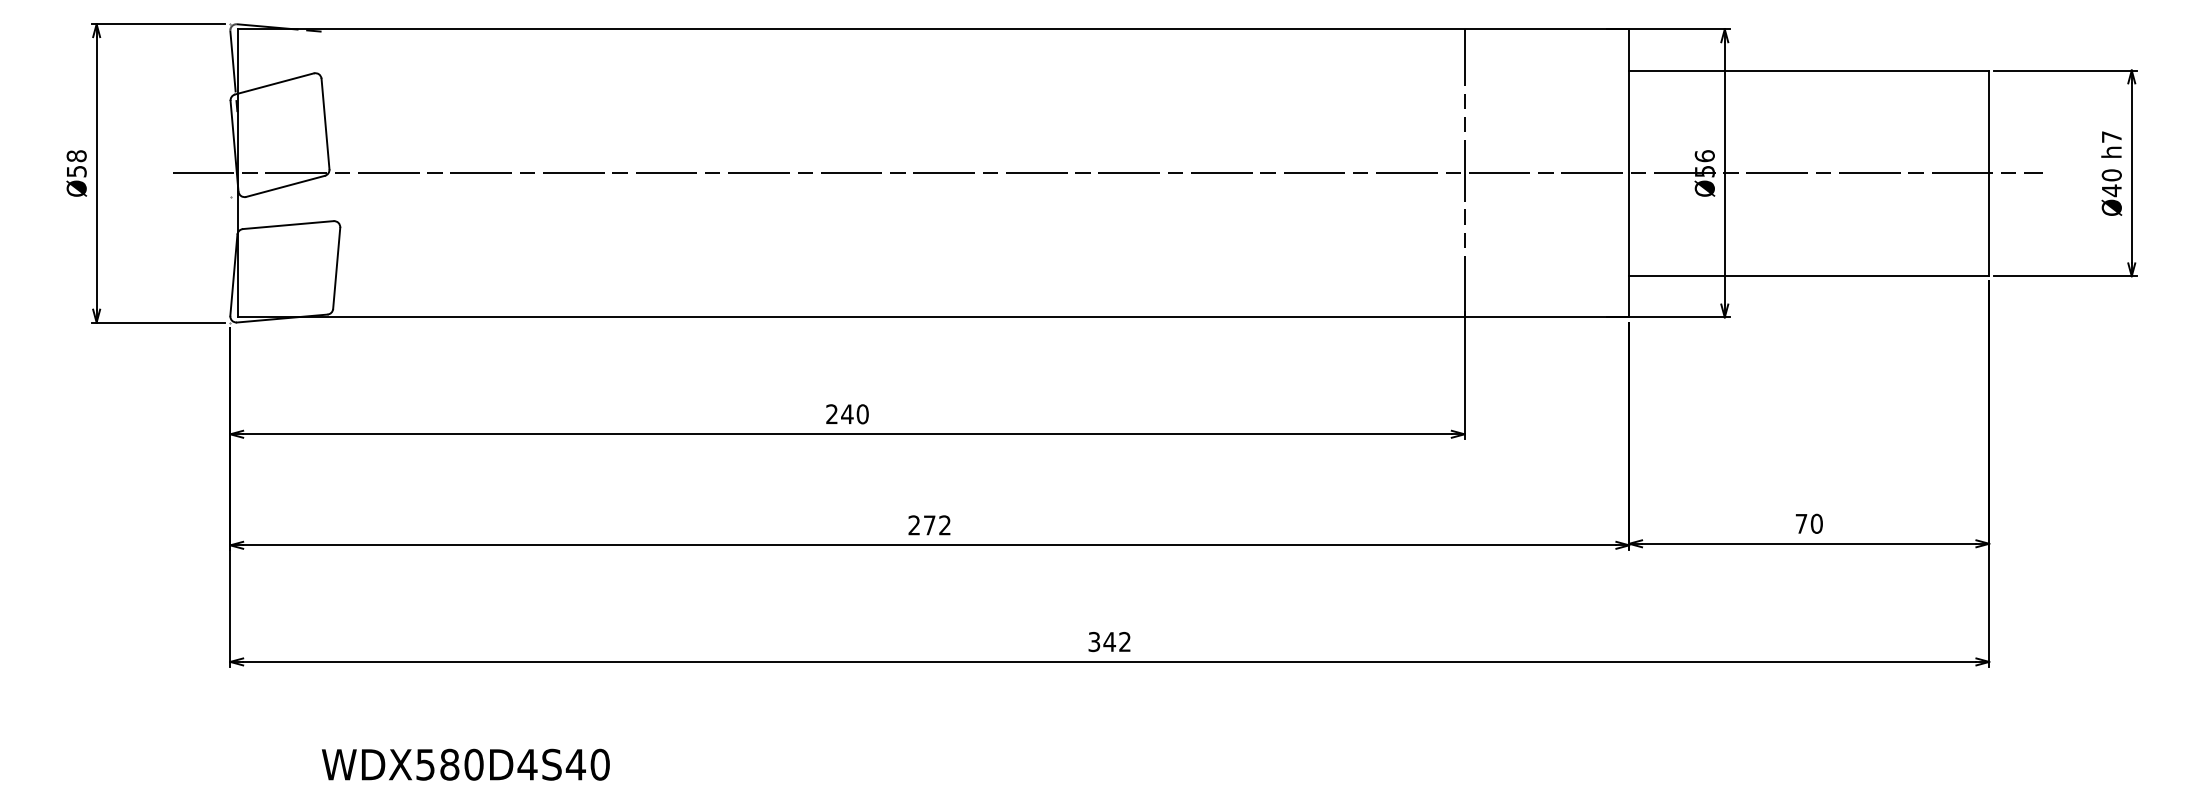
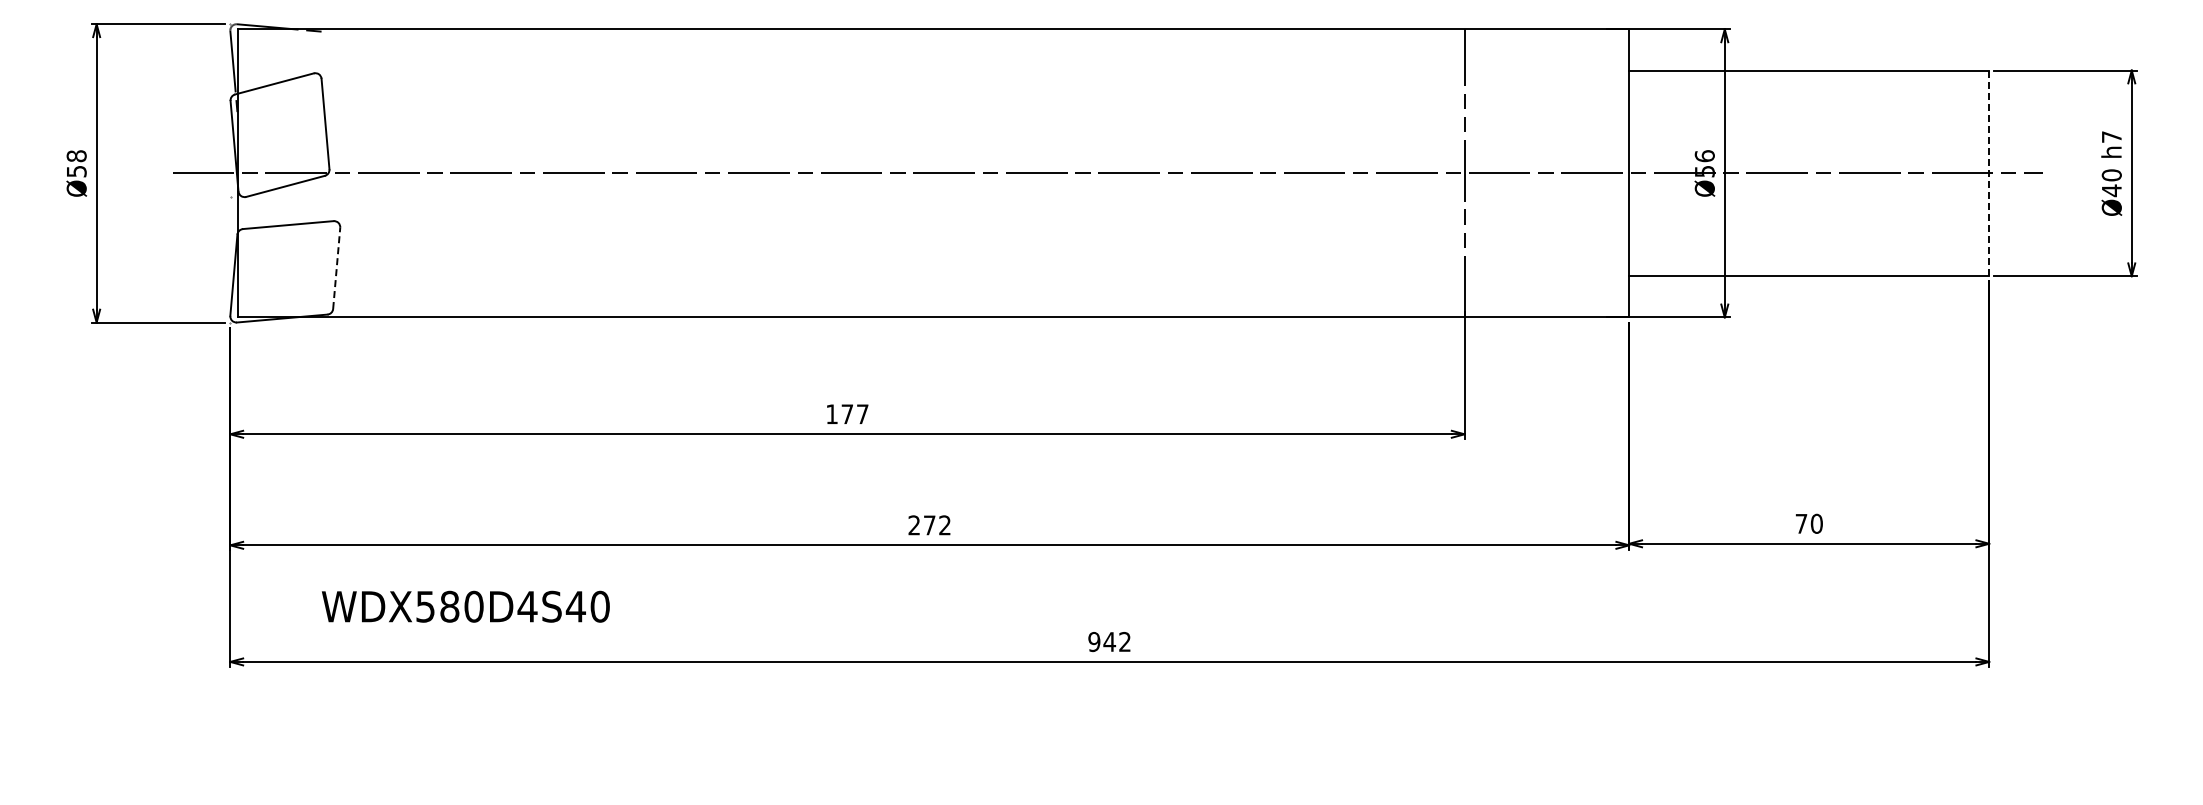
line at (1989, 173): solid -> dashed
line at (336, 268): solid -> dashed
text at (847, 414): 240 -> 177
text at (1094, 641): 342 -> 942
text at (465, 764) position: (465, 764) -> (465, 606)
